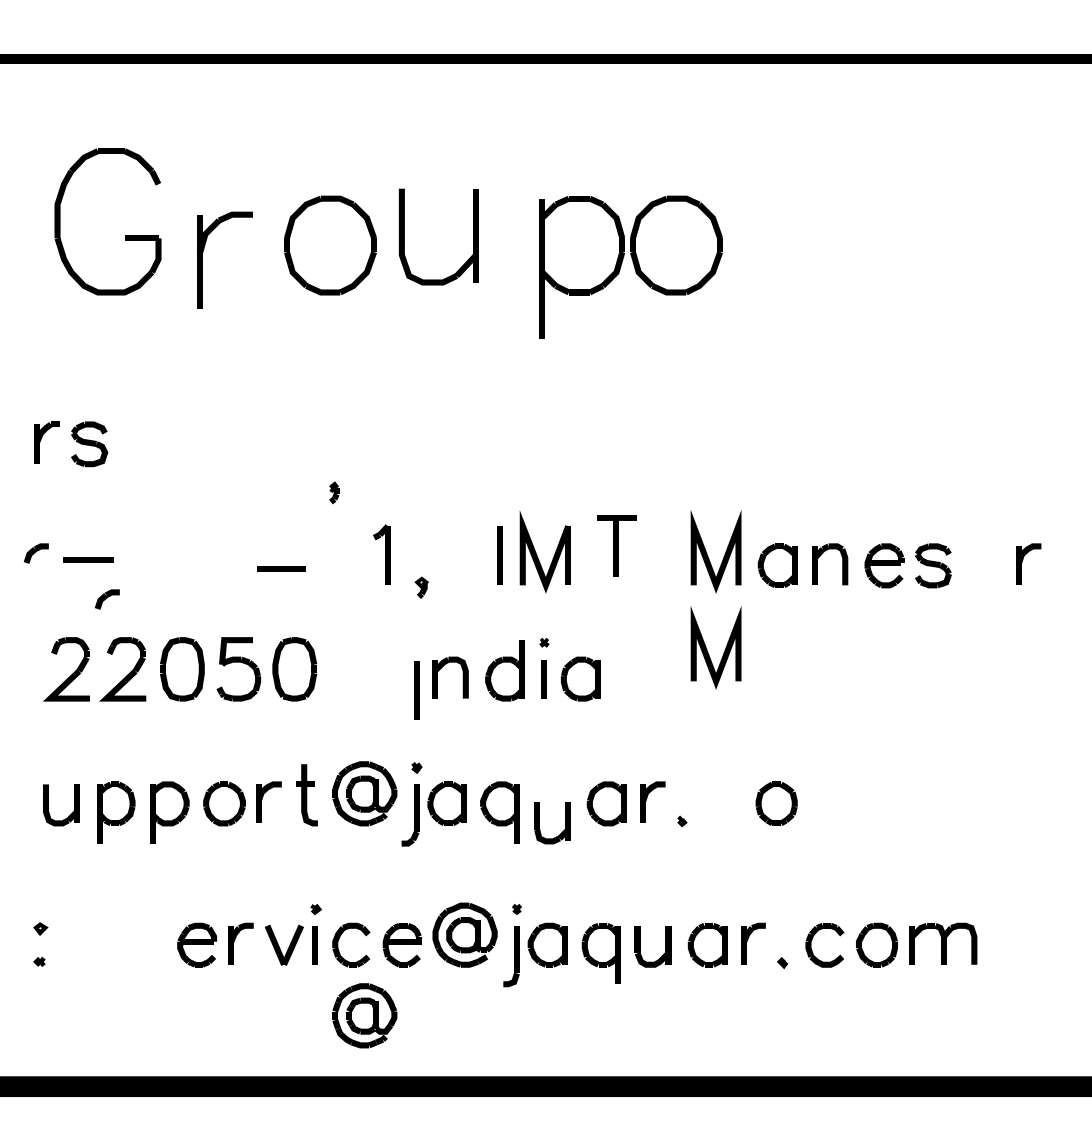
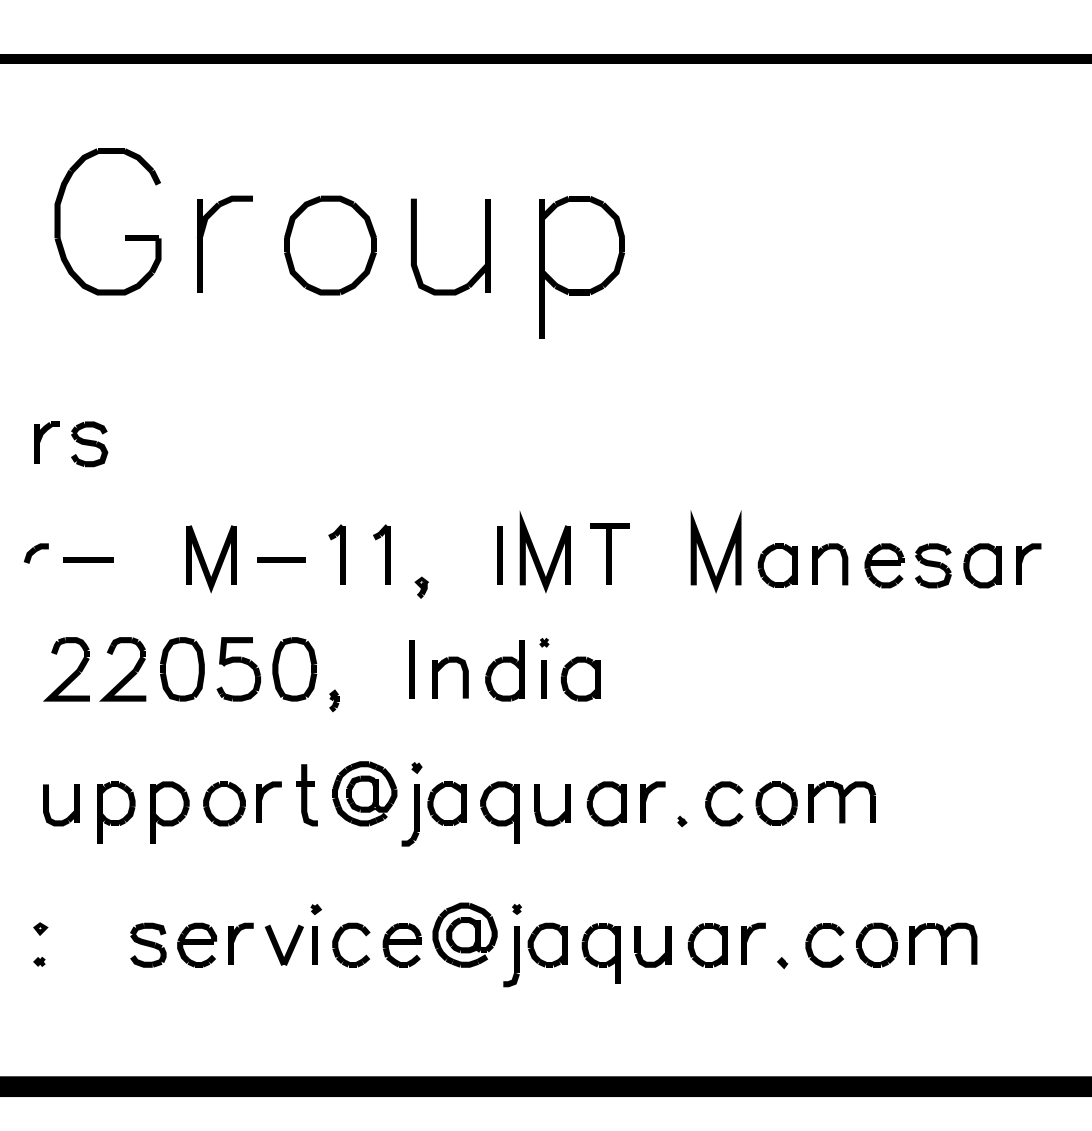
part at (404, 236) position: (404, 236) -> (416, 246)
part at (676, 245): present -> none
part at (202, 259) position: (202, 259) -> (202, 243)
part at (334, 492) position: (334, 492) -> (334, 700)
part at (616, 545) position: (616, 545) -> (609, 553)
part at (336, 554): none -> present
part at (211, 559): none -> present
part at (982, 565): none -> present
line at (281, 568) position: (281, 568) -> (281, 559)
part at (106, 599): present -> none
line at (707, 649): present -> none
line at (416, 690) position: (416, 690) -> (411, 669)
part at (712, 798): none -> present
part at (841, 802): none -> present
part at (561, 832) position: (561, 832) -> (561, 814)
part at (148, 944): none -> present
part at (364, 1015): present -> none
